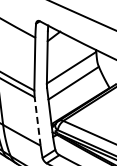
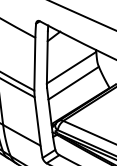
line at (37, 121): dashed -> solid
